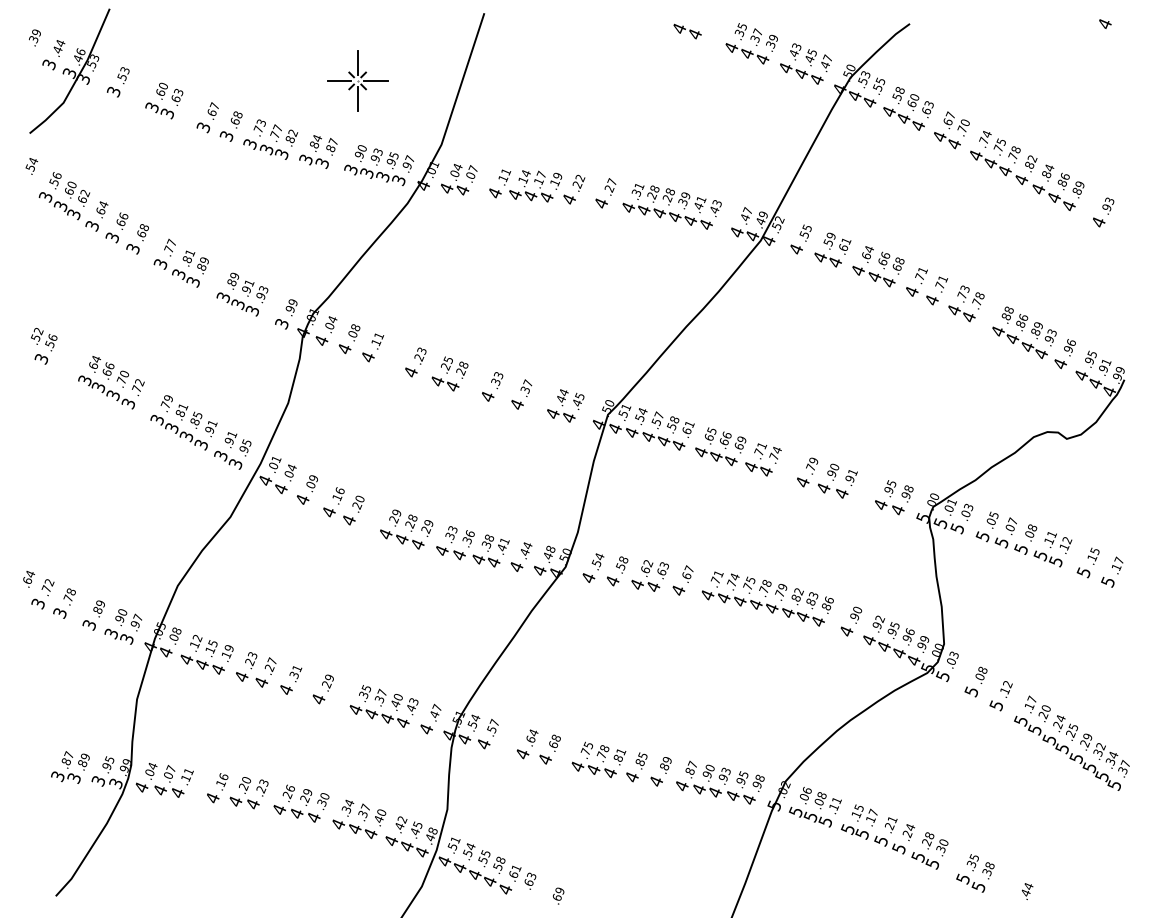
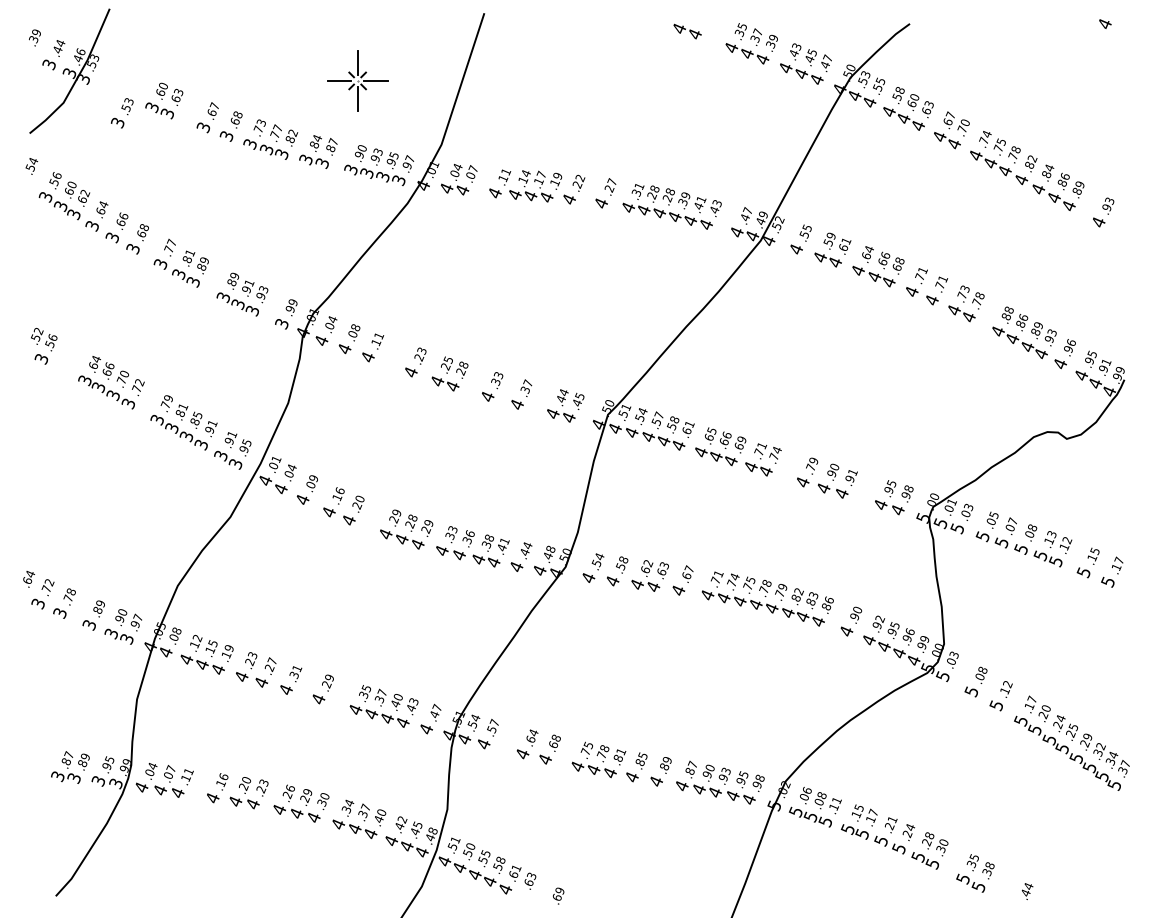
text at (118, 82) position: (118, 82) -> (122, 113)
text at (1051, 534): .11 -> .13
text at (470, 846): .54 -> .50
